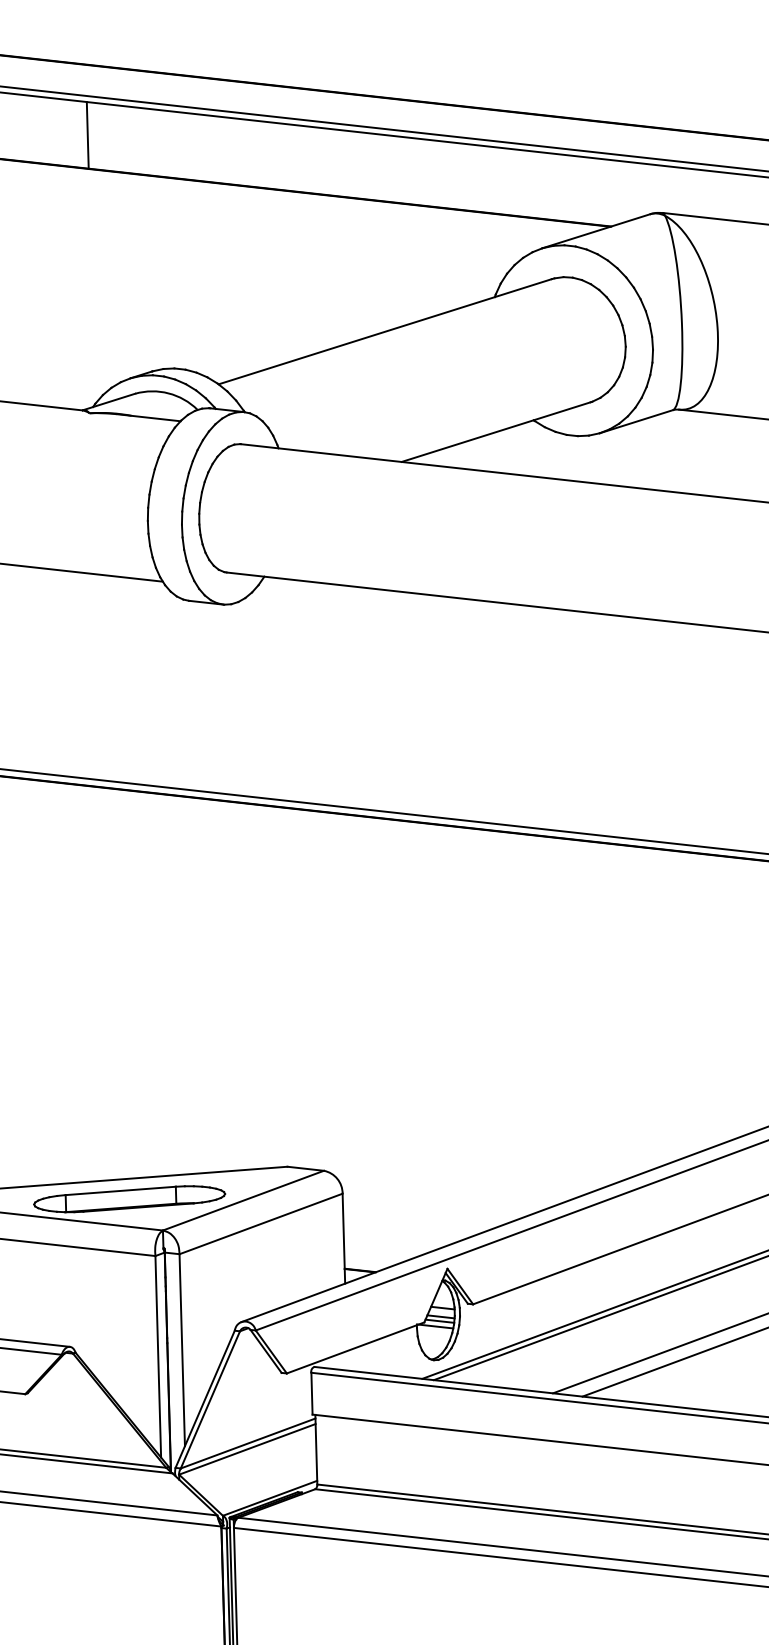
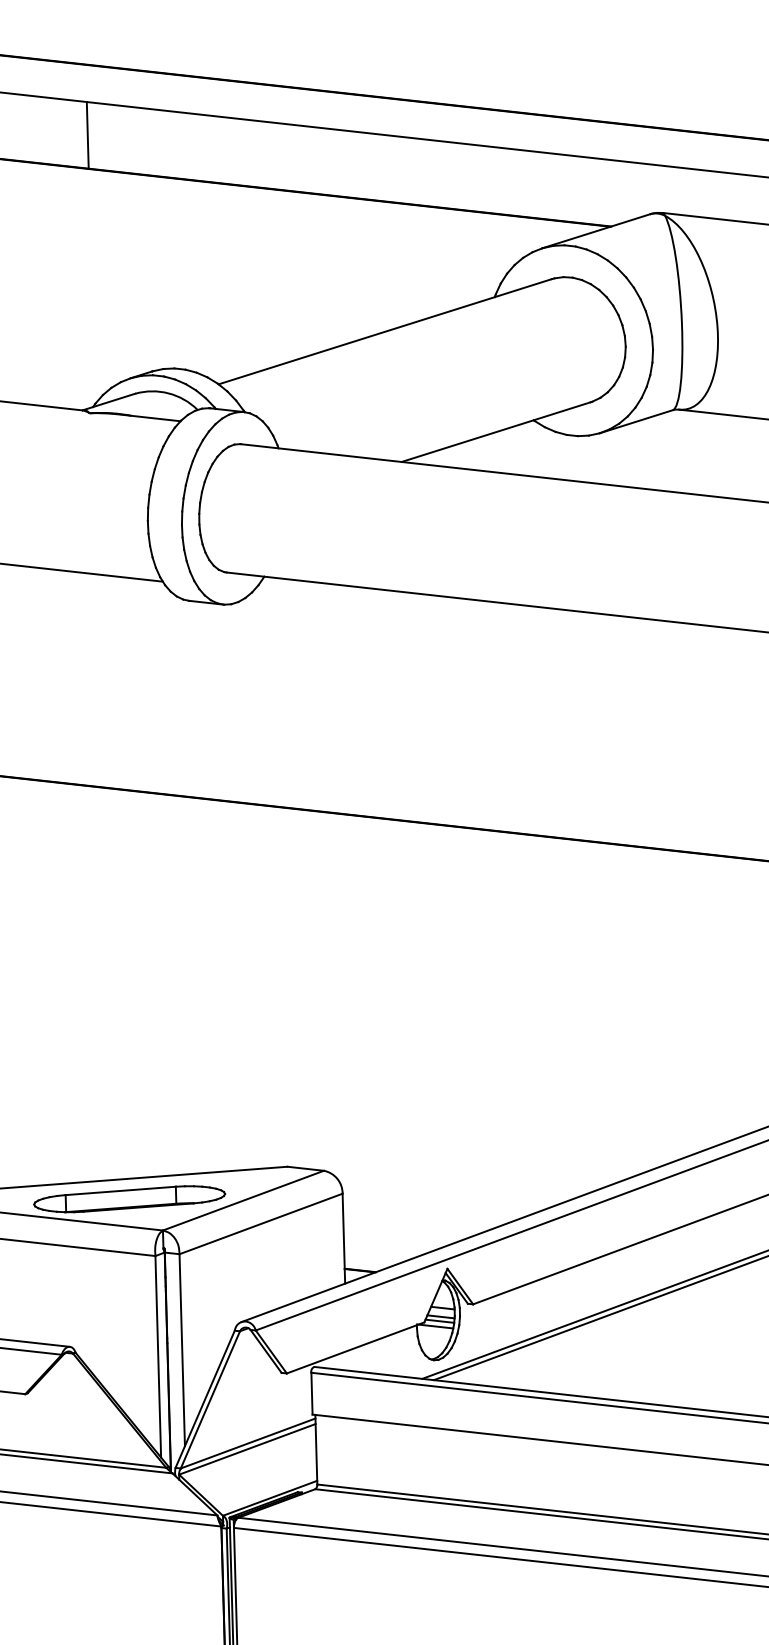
line at (383, 128): present -> none
line at (383, 811): present -> none
line at (659, 1353): present -> none
line at (673, 1362): present -> none
